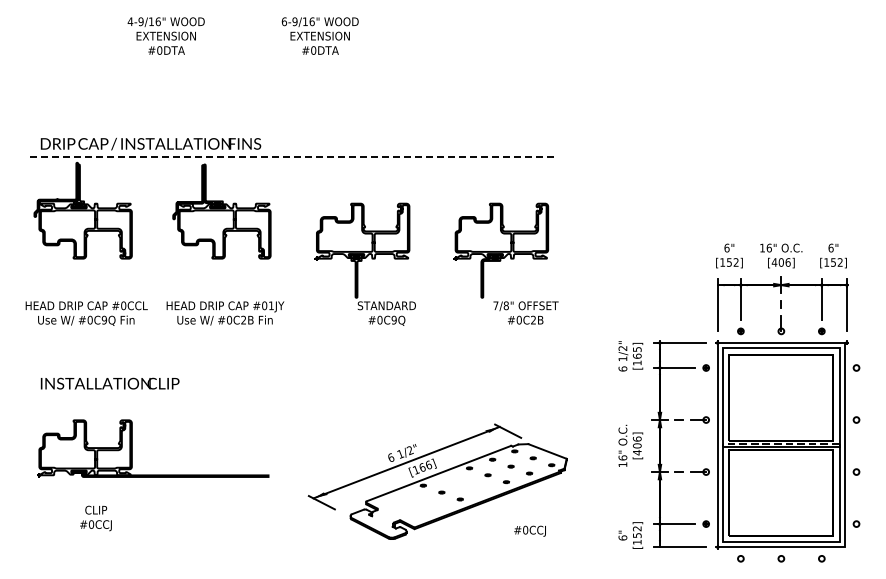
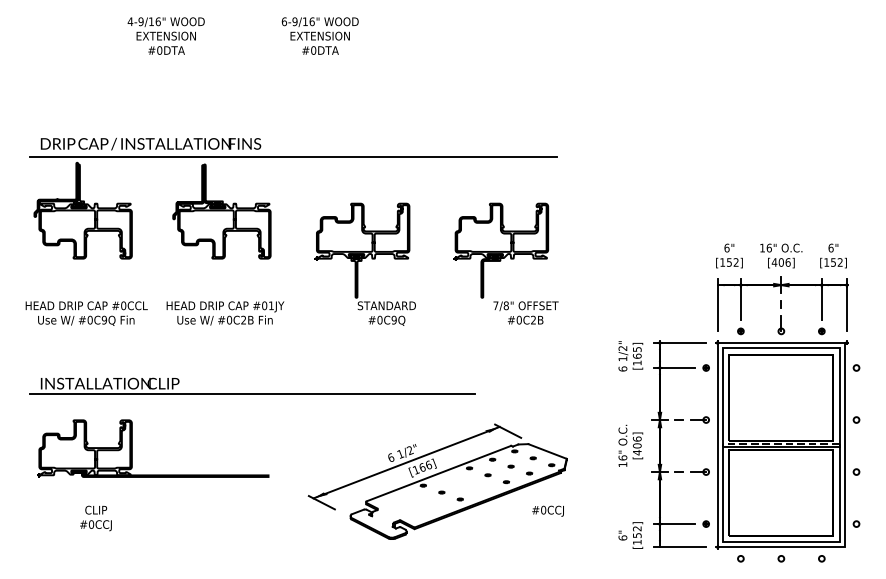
line at (293, 156): dashed -> solid
line at (252, 393): none -> present
text at (529, 530) position: (529, 530) -> (547, 510)
